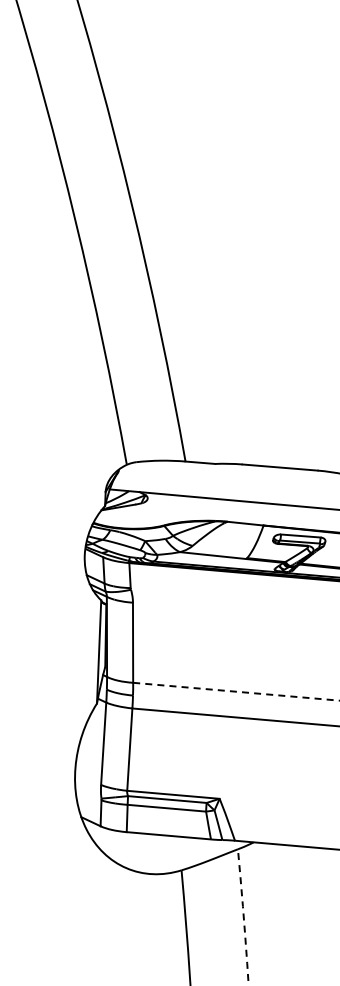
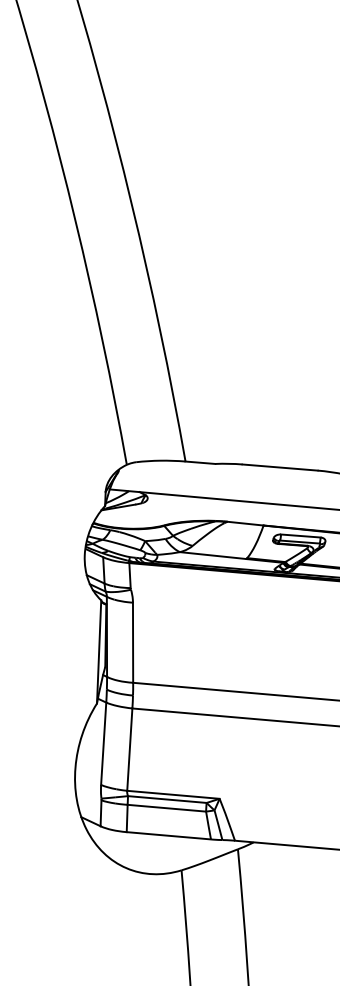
line at (236, 691): dashed -> solid
arc at (243, 917): dashed -> solid
